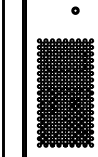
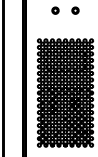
part at (55, 10): none -> present
